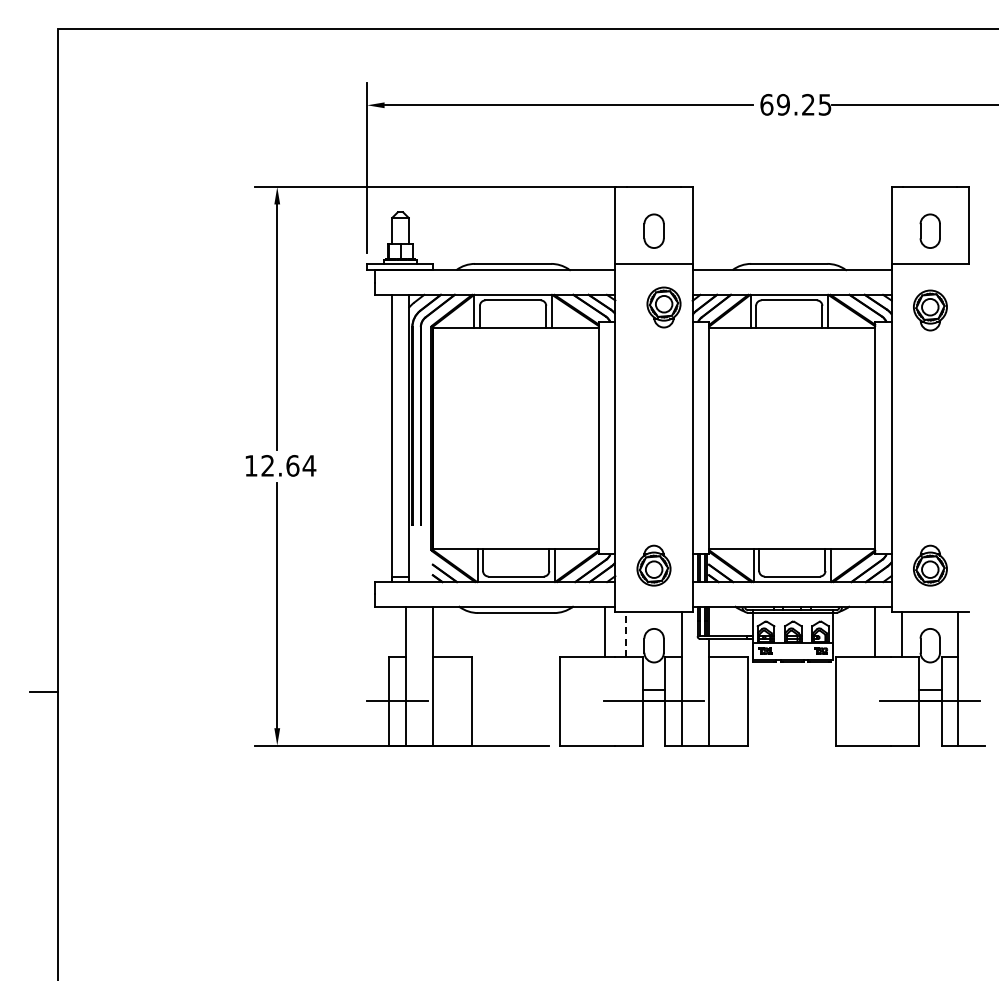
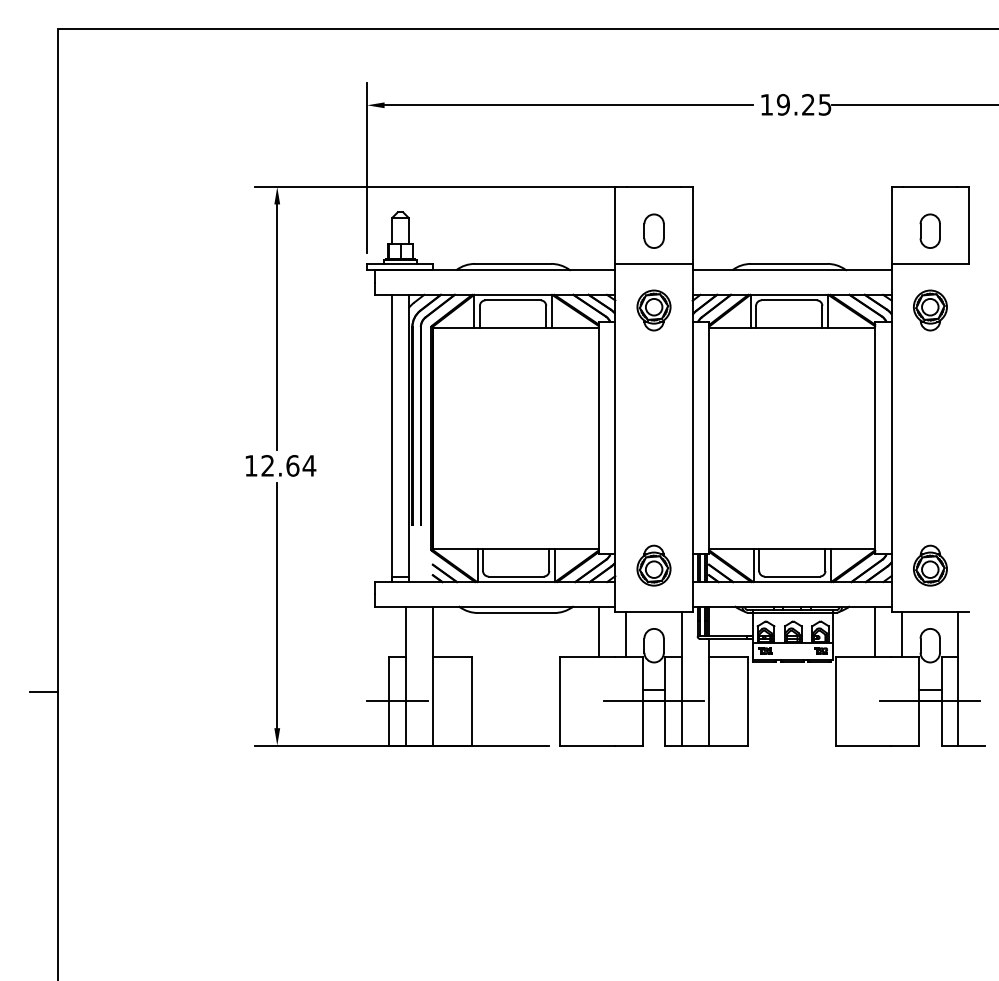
text at (766, 104): 69.25 -> 19.25
part at (663, 307) position: (663, 307) -> (653, 310)
line at (605, 631) position: (605, 631) -> (599, 631)
line at (626, 634): dashed -> solid
